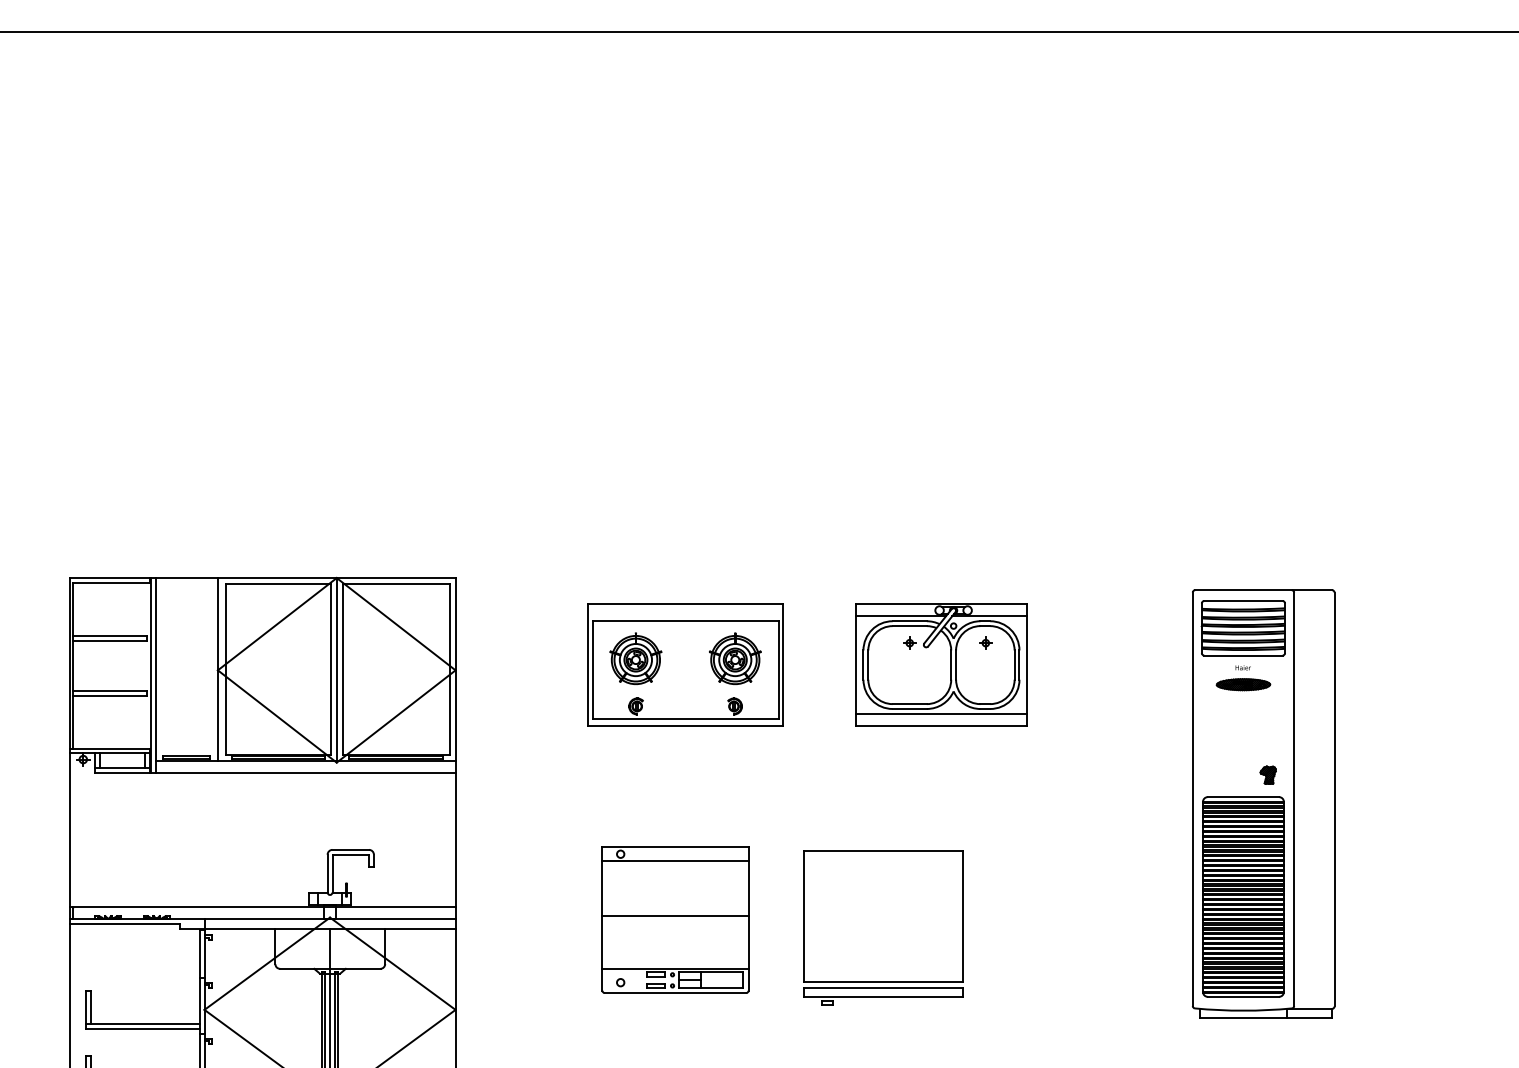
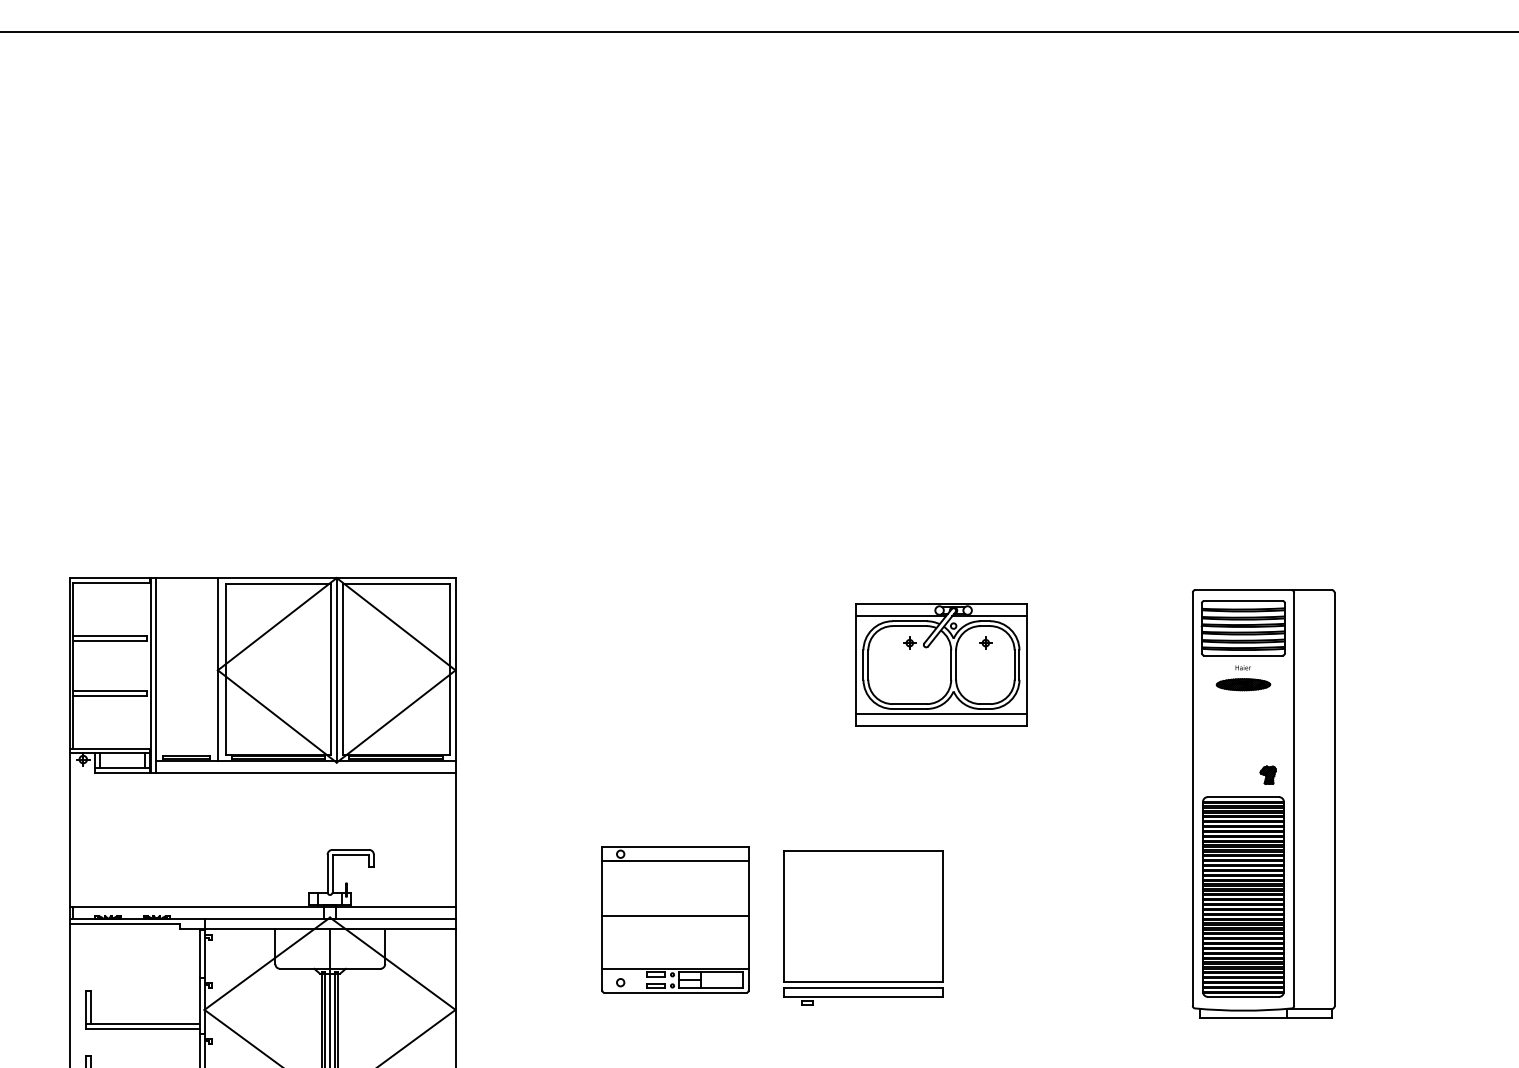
part at (685, 664): present -> none
part at (883, 927) position: (883, 927) -> (863, 927)
